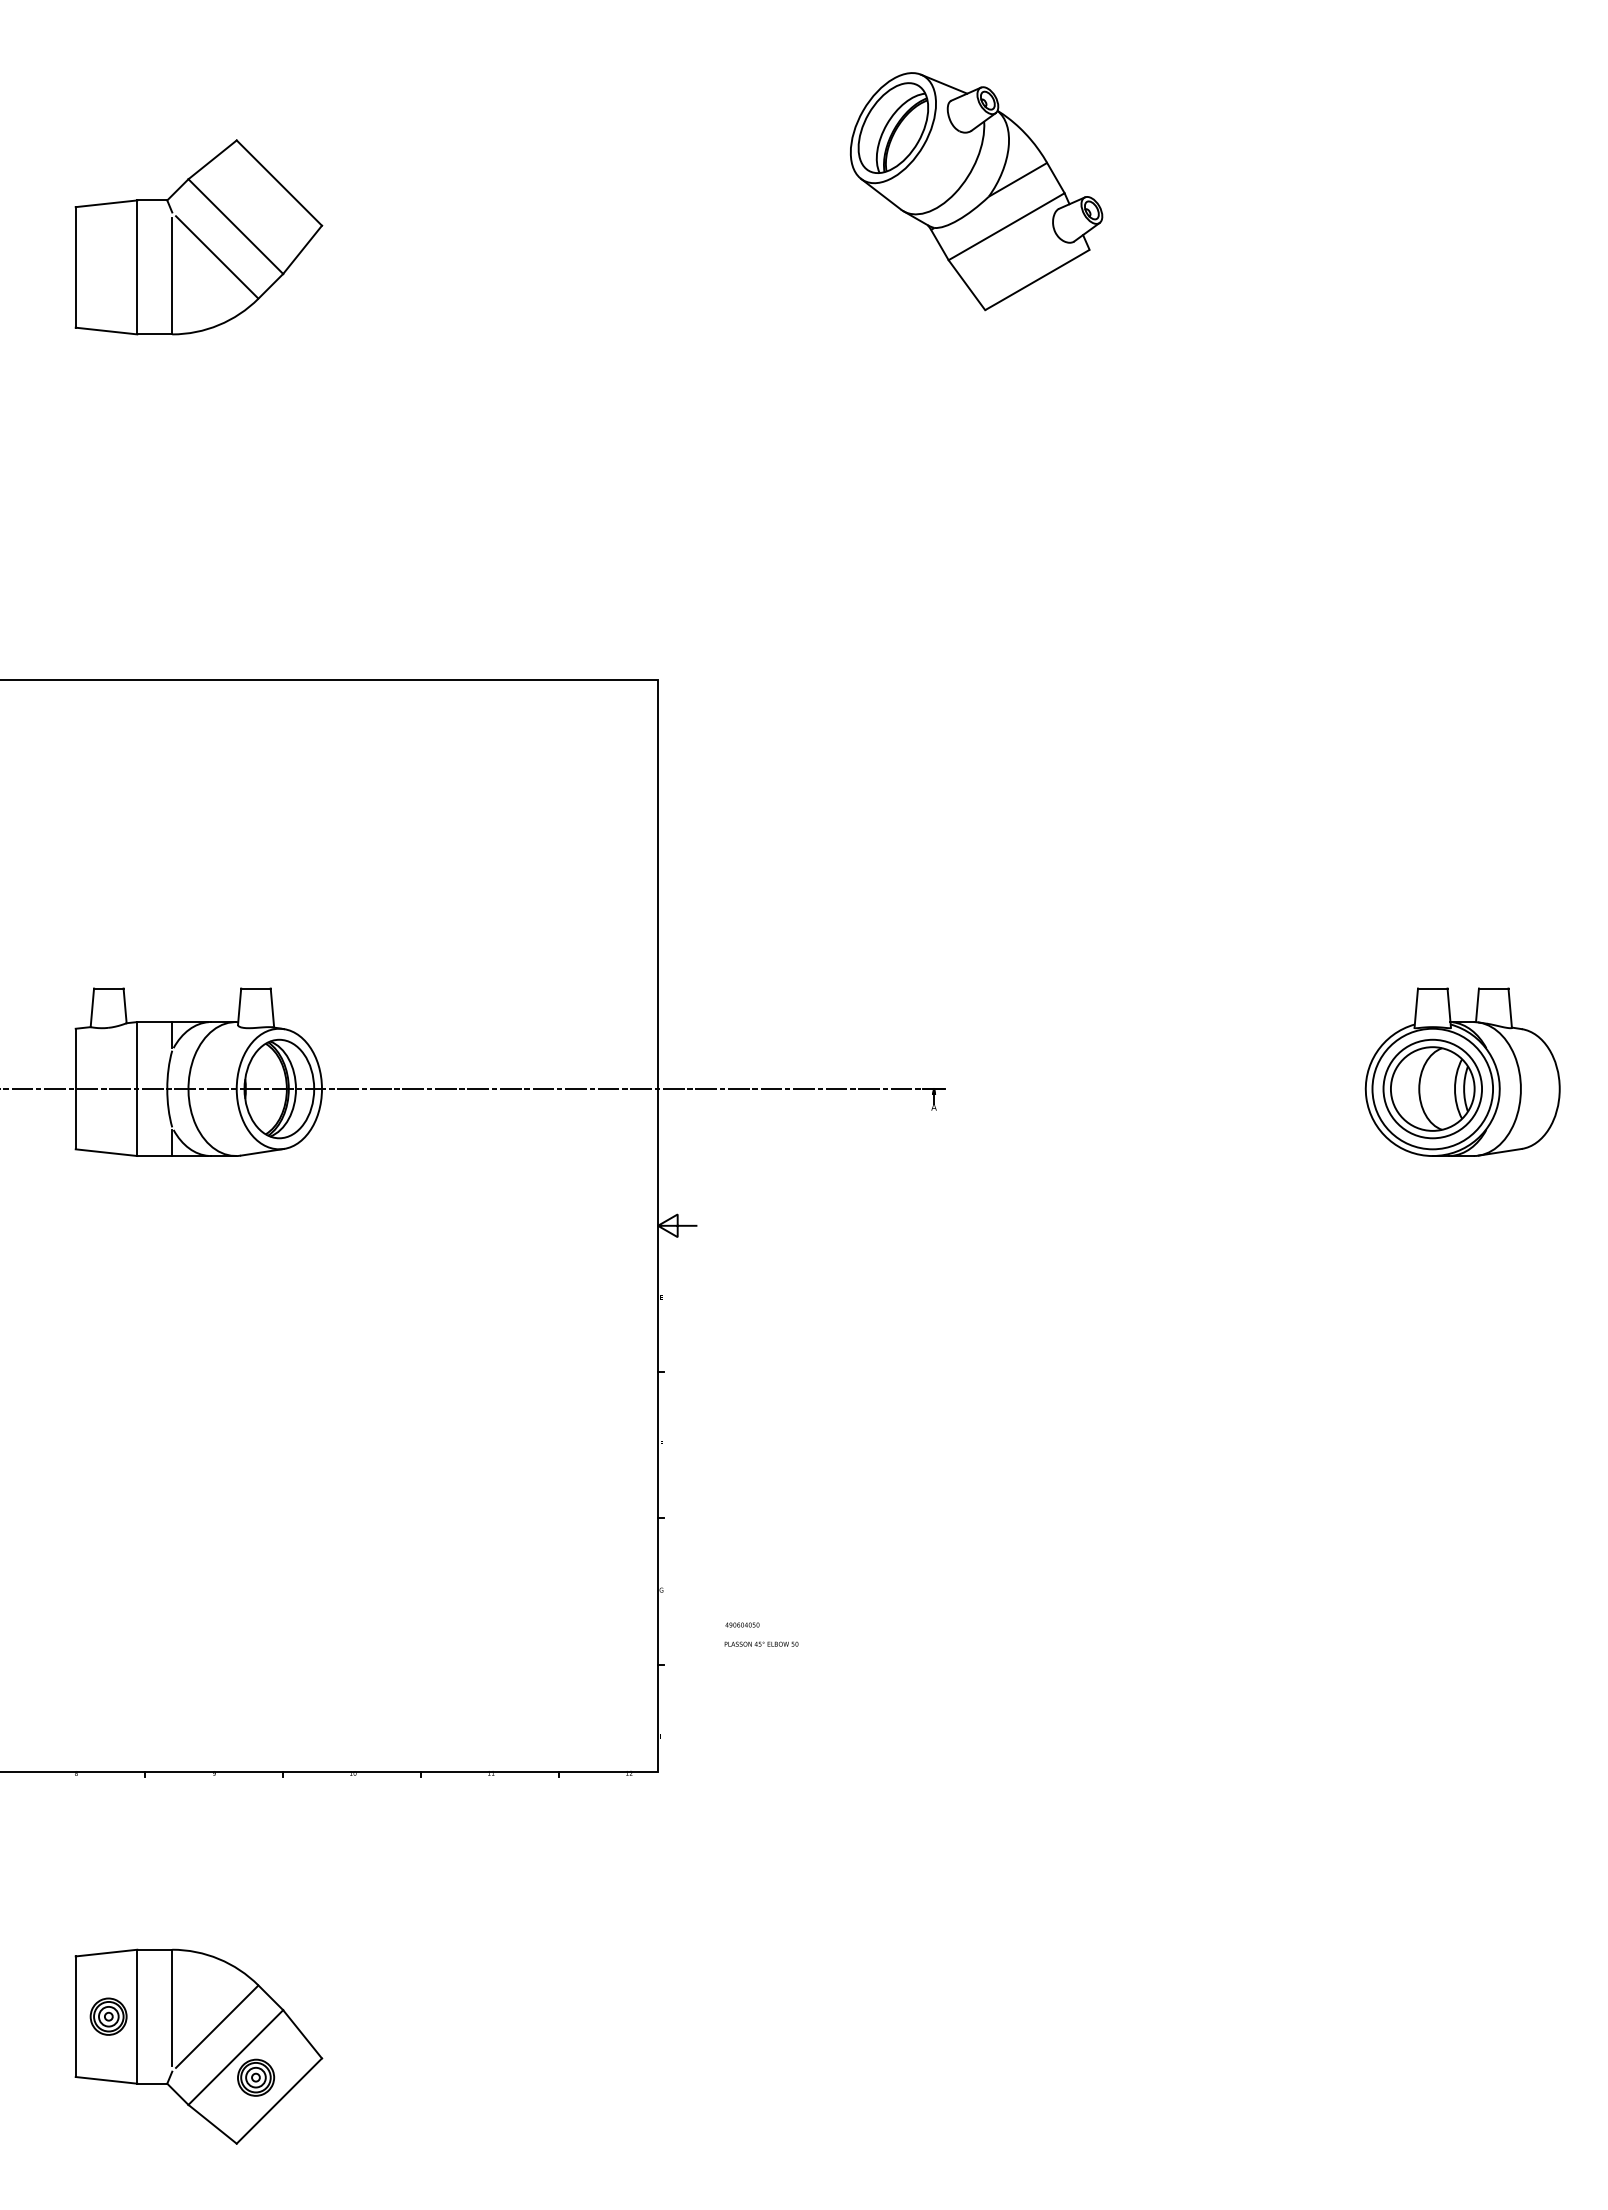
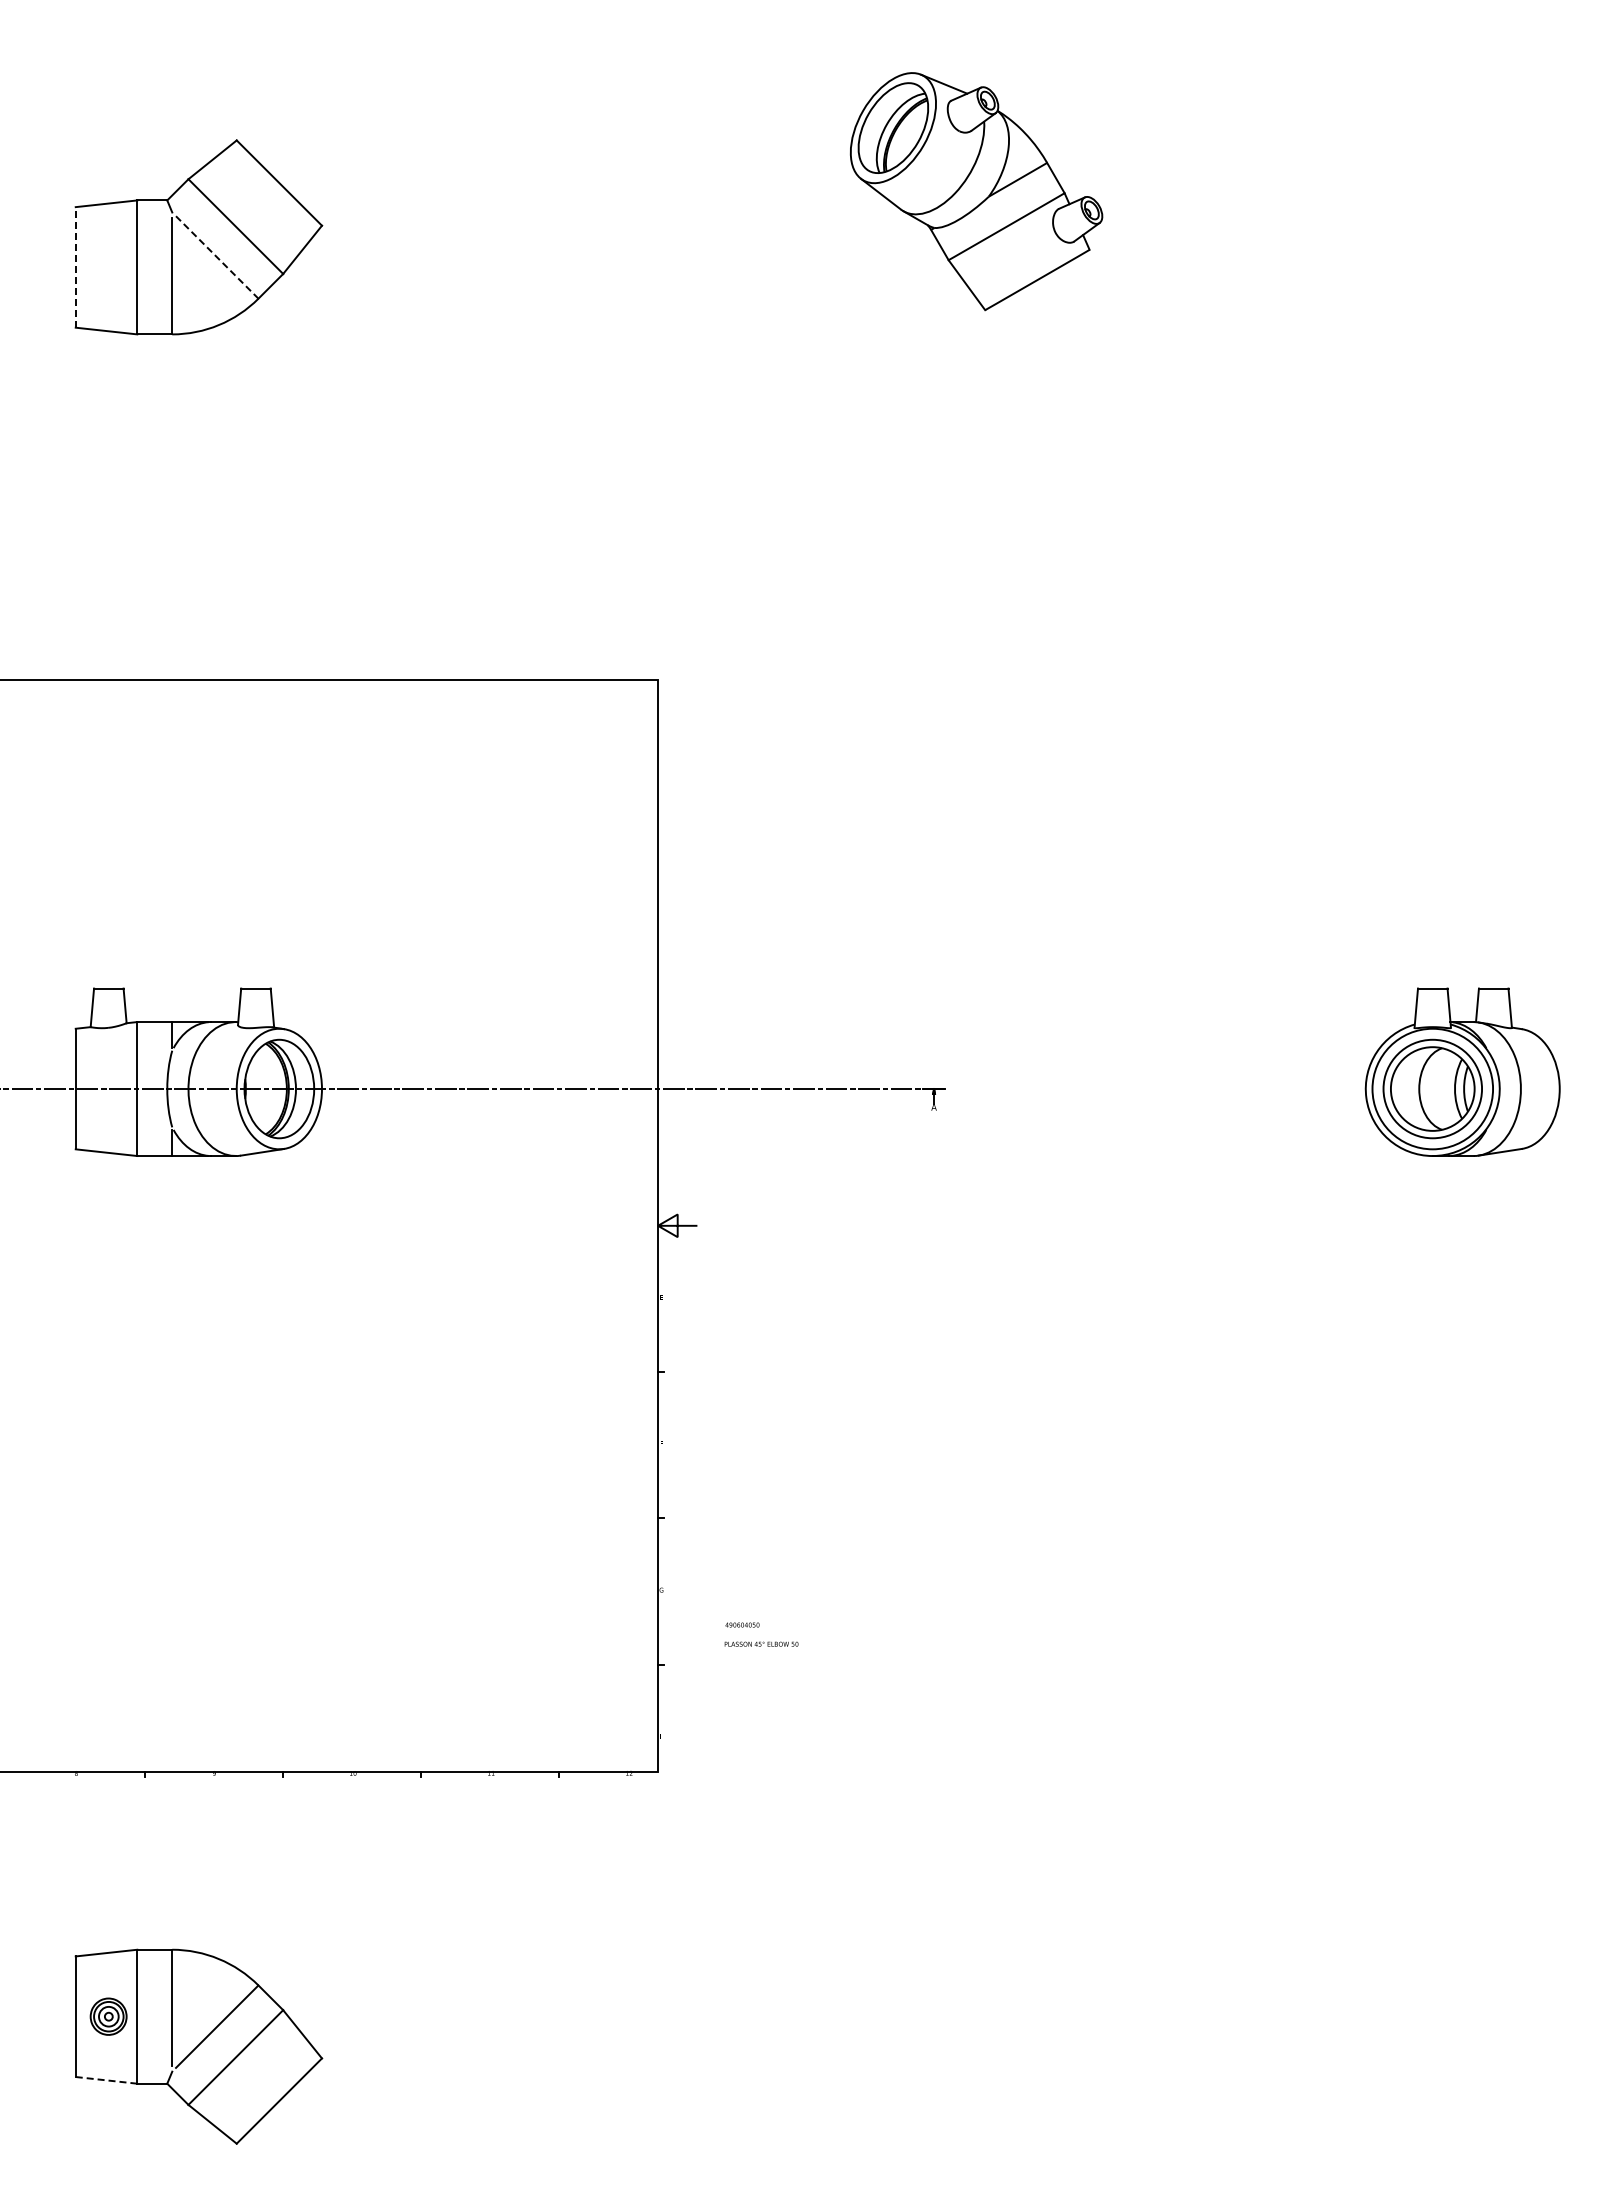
line at (217, 257): solid -> dashed
line at (75, 266): solid -> dashed
part at (256, 2077): present -> none
line at (106, 2080): solid -> dashed
